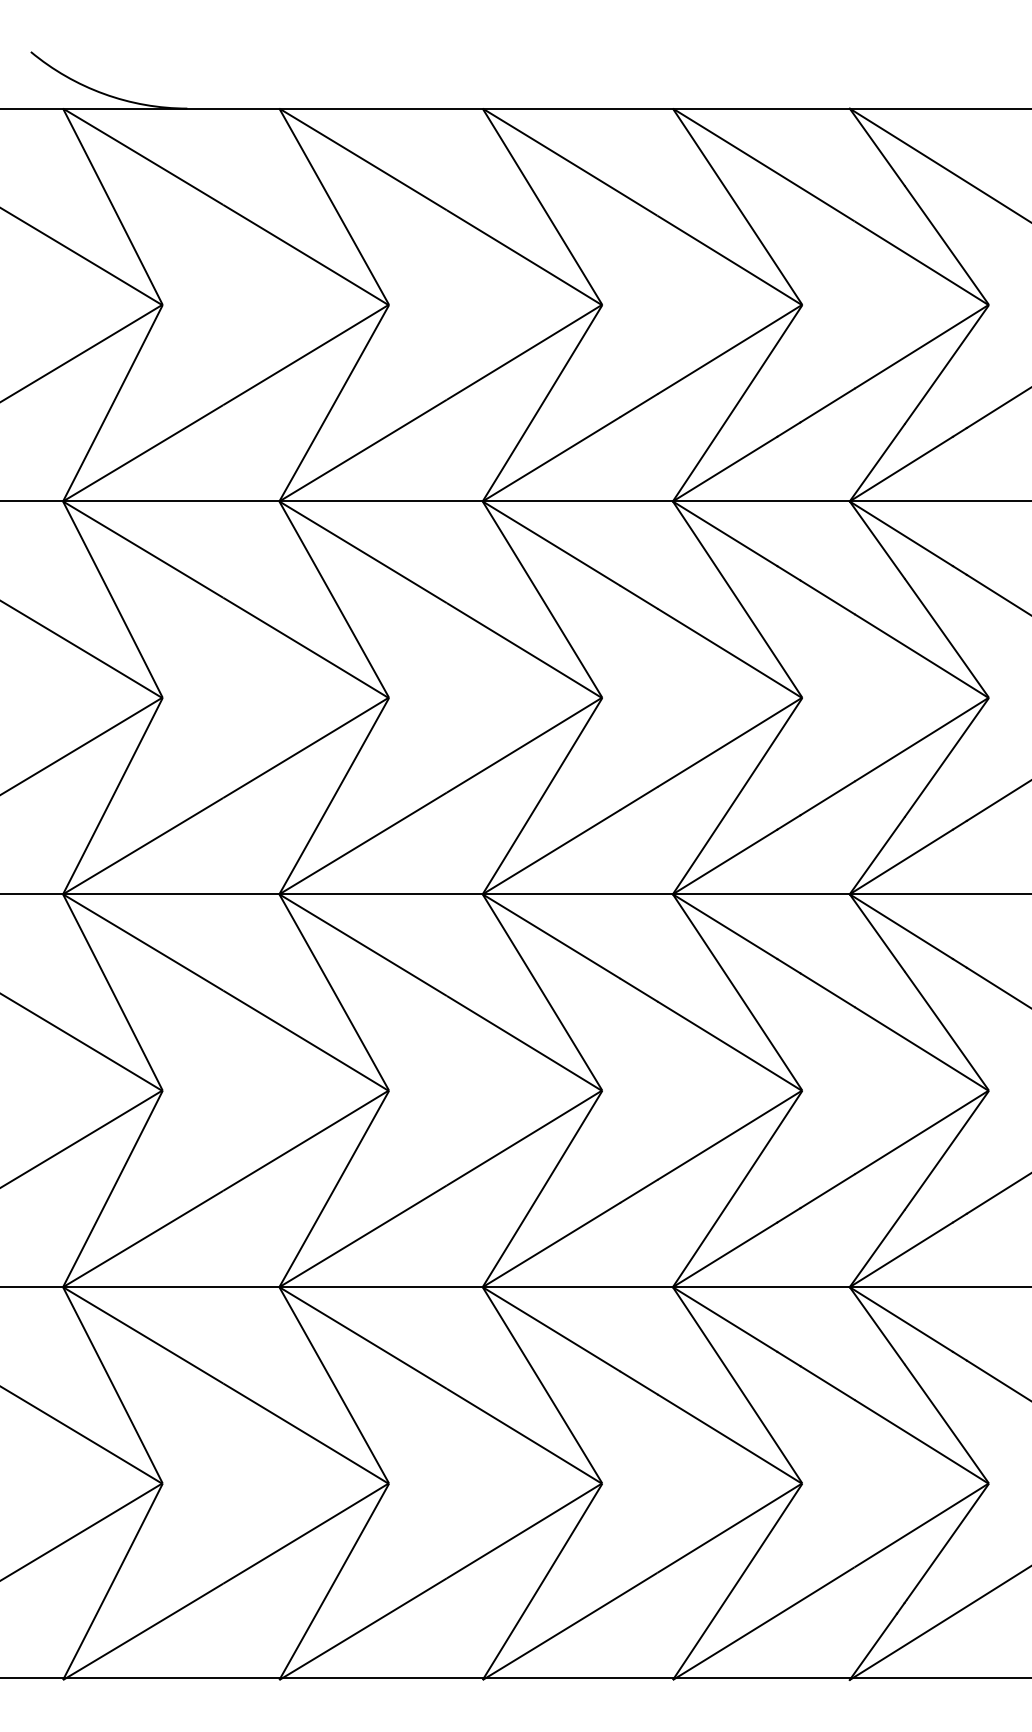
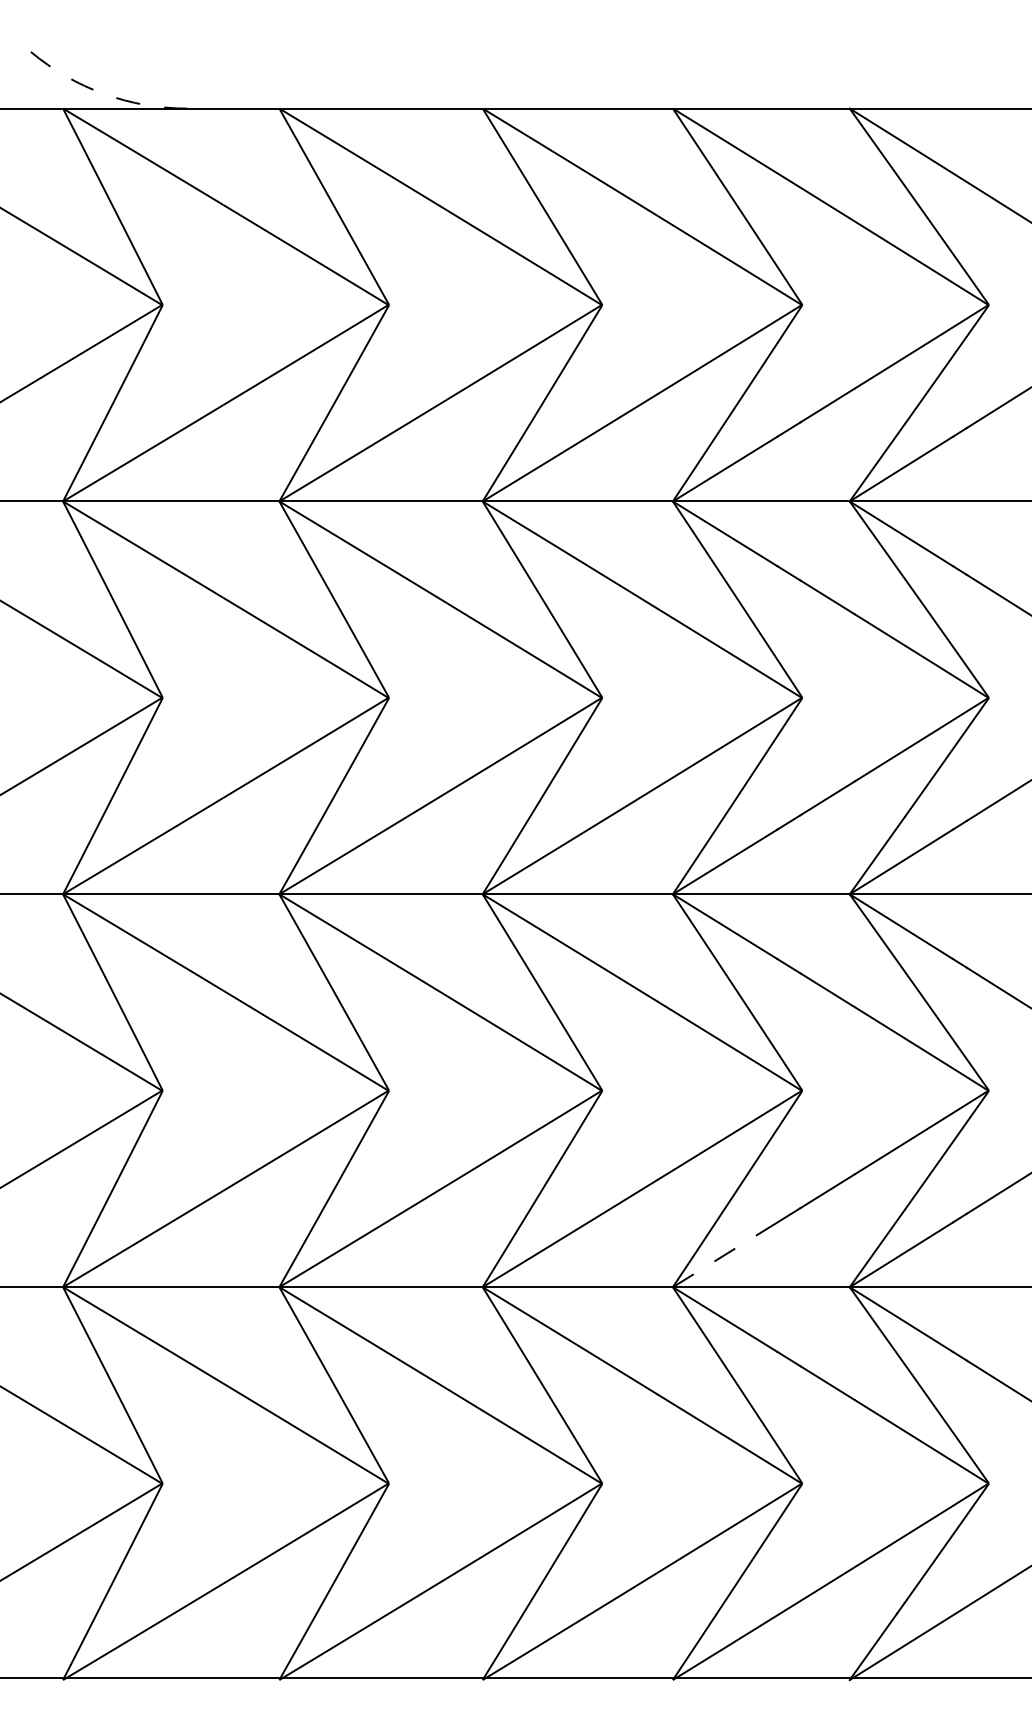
arc at (104, 94): solid -> dashed
line at (725, 1254): solid -> dashed
